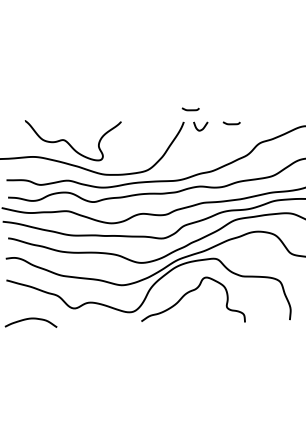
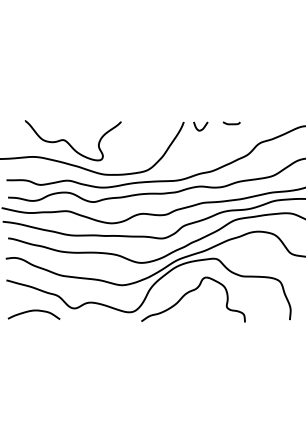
curve at (190, 109): present -> none
curve at (30, 319) position: (30, 319) -> (33, 311)
